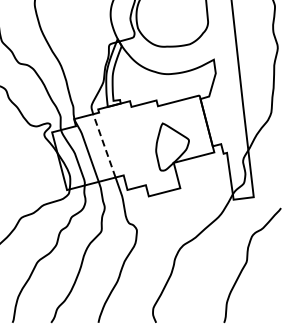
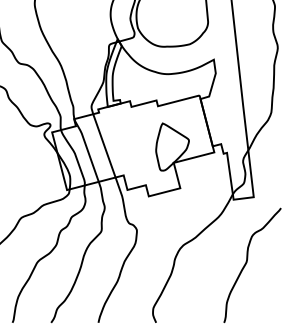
line at (104, 145): dashed -> solid
